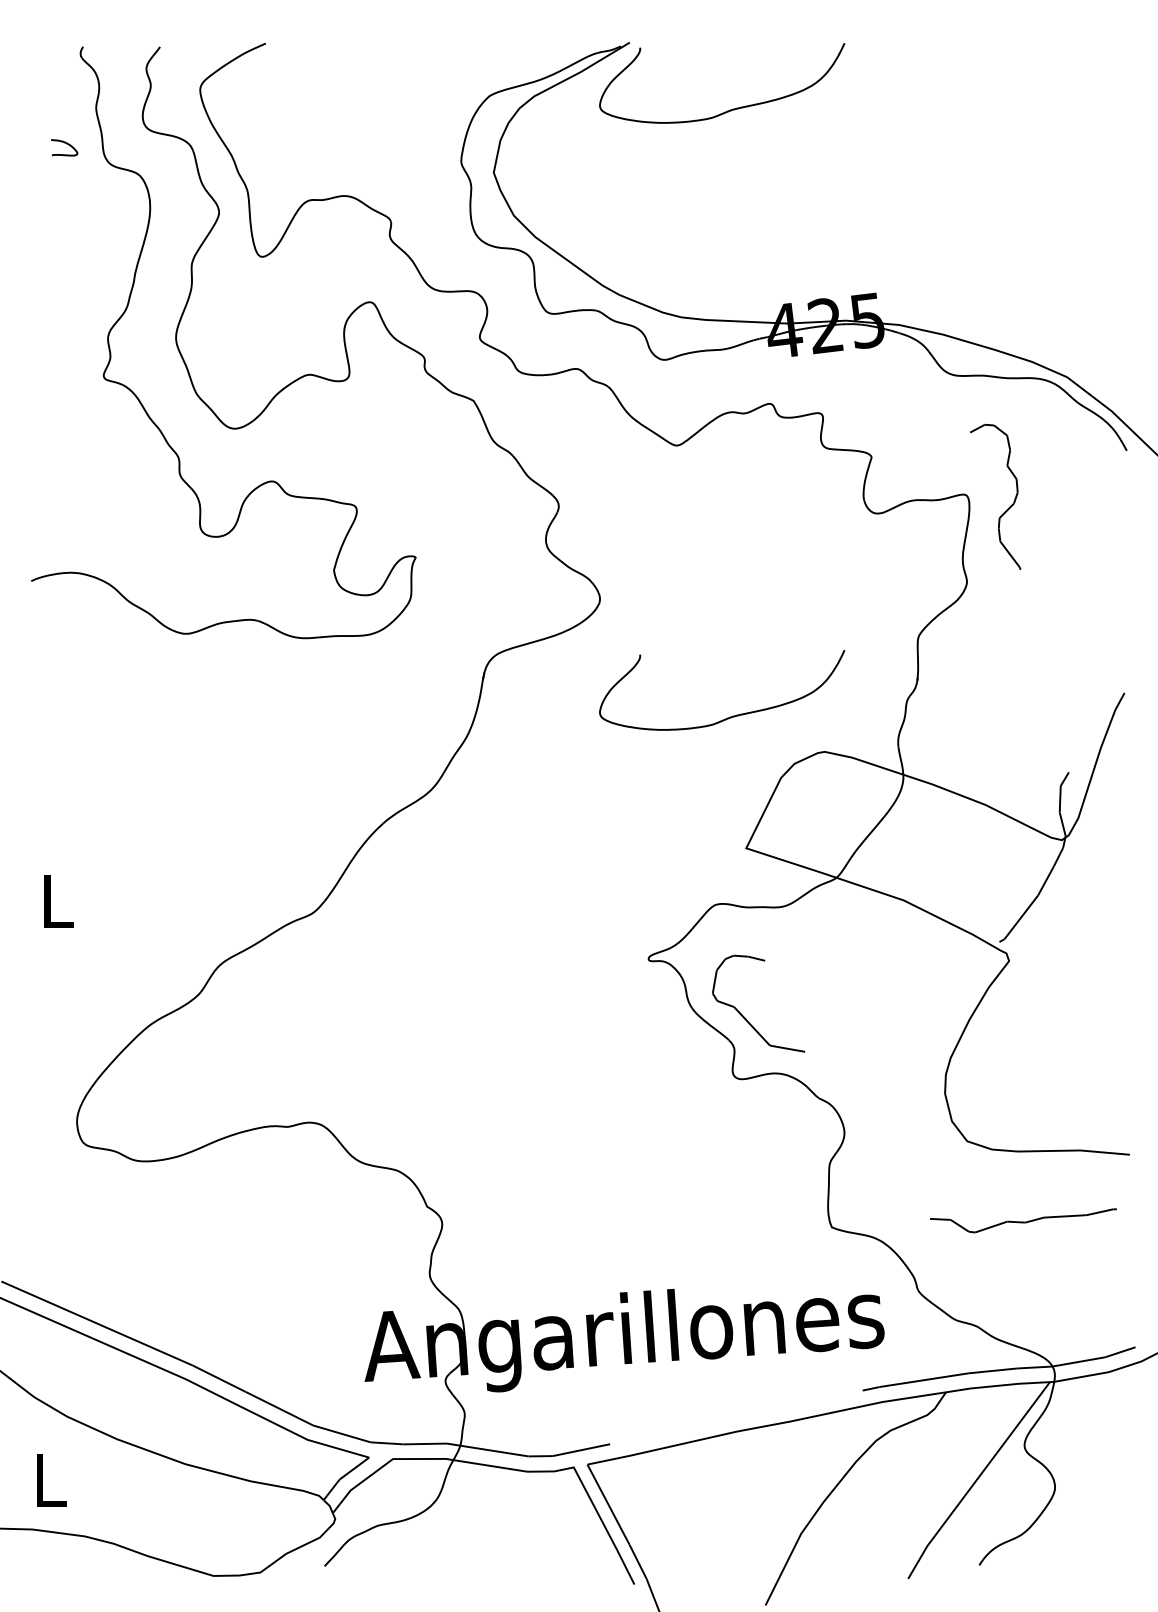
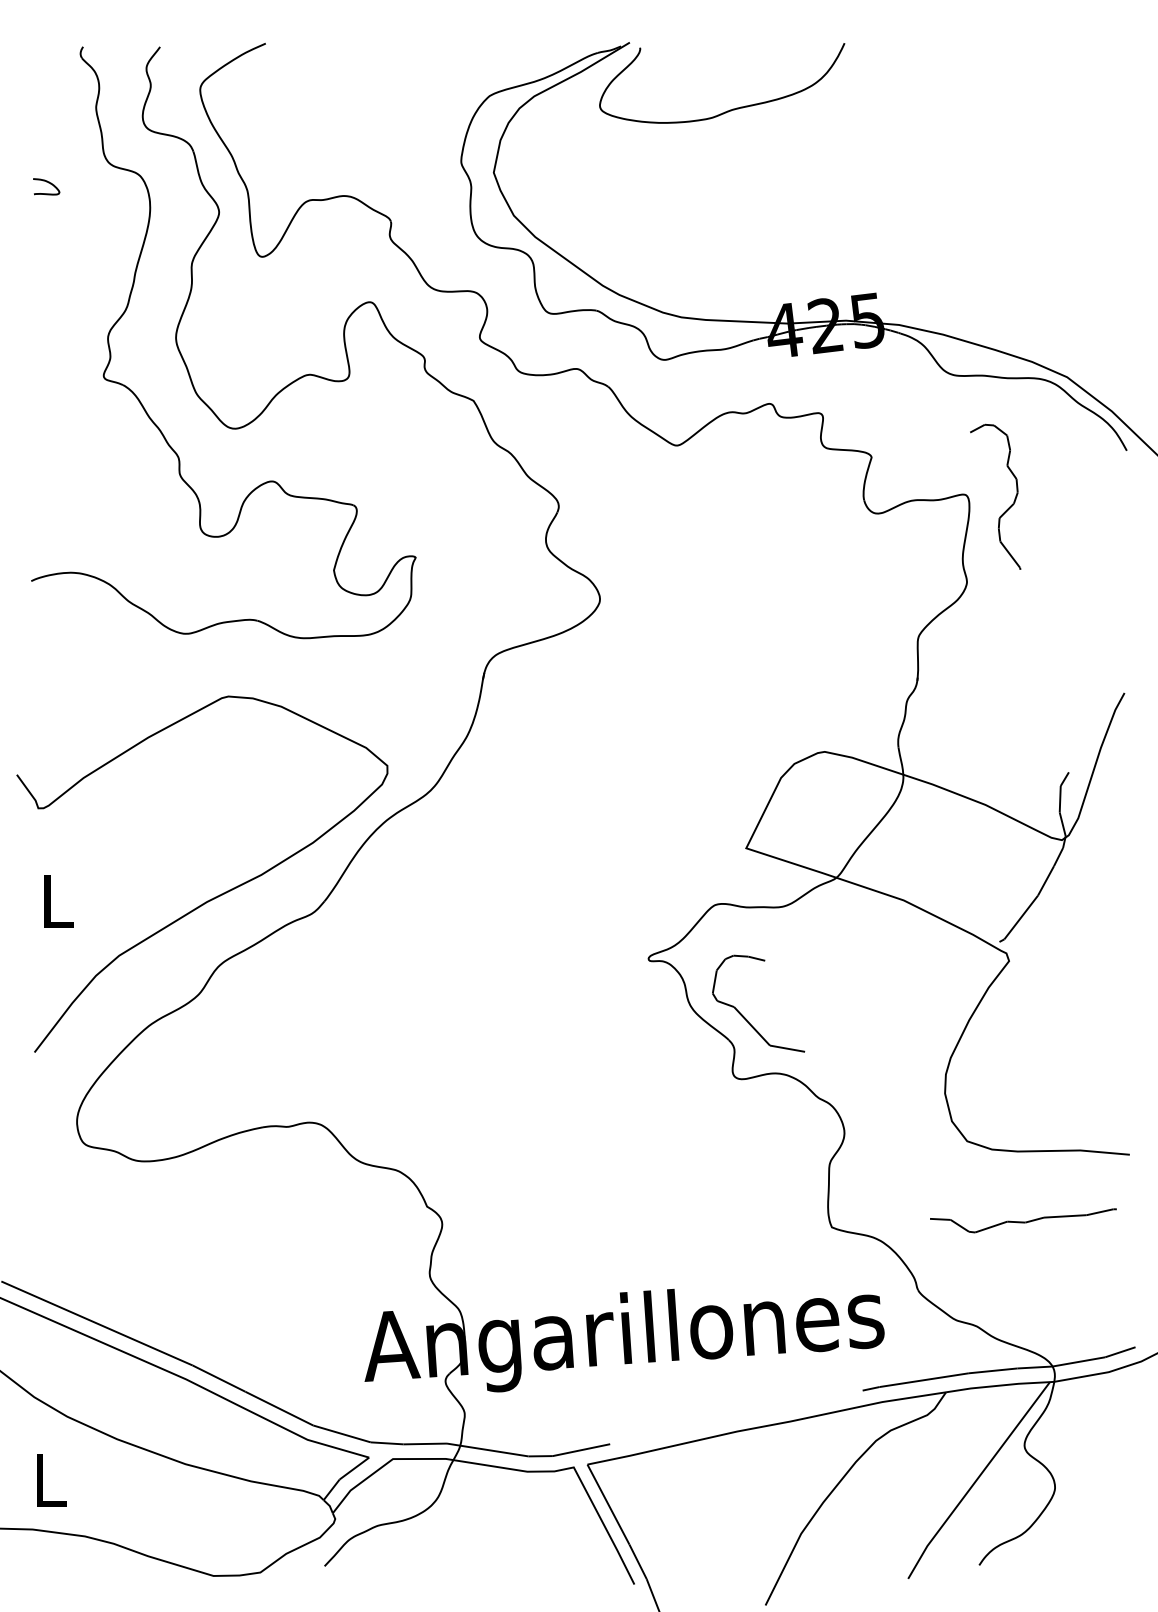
curve at (66, 144) position: (66, 144) -> (48, 183)
curve at (730, 716): present -> none
curve at (213, 897): none -> present
